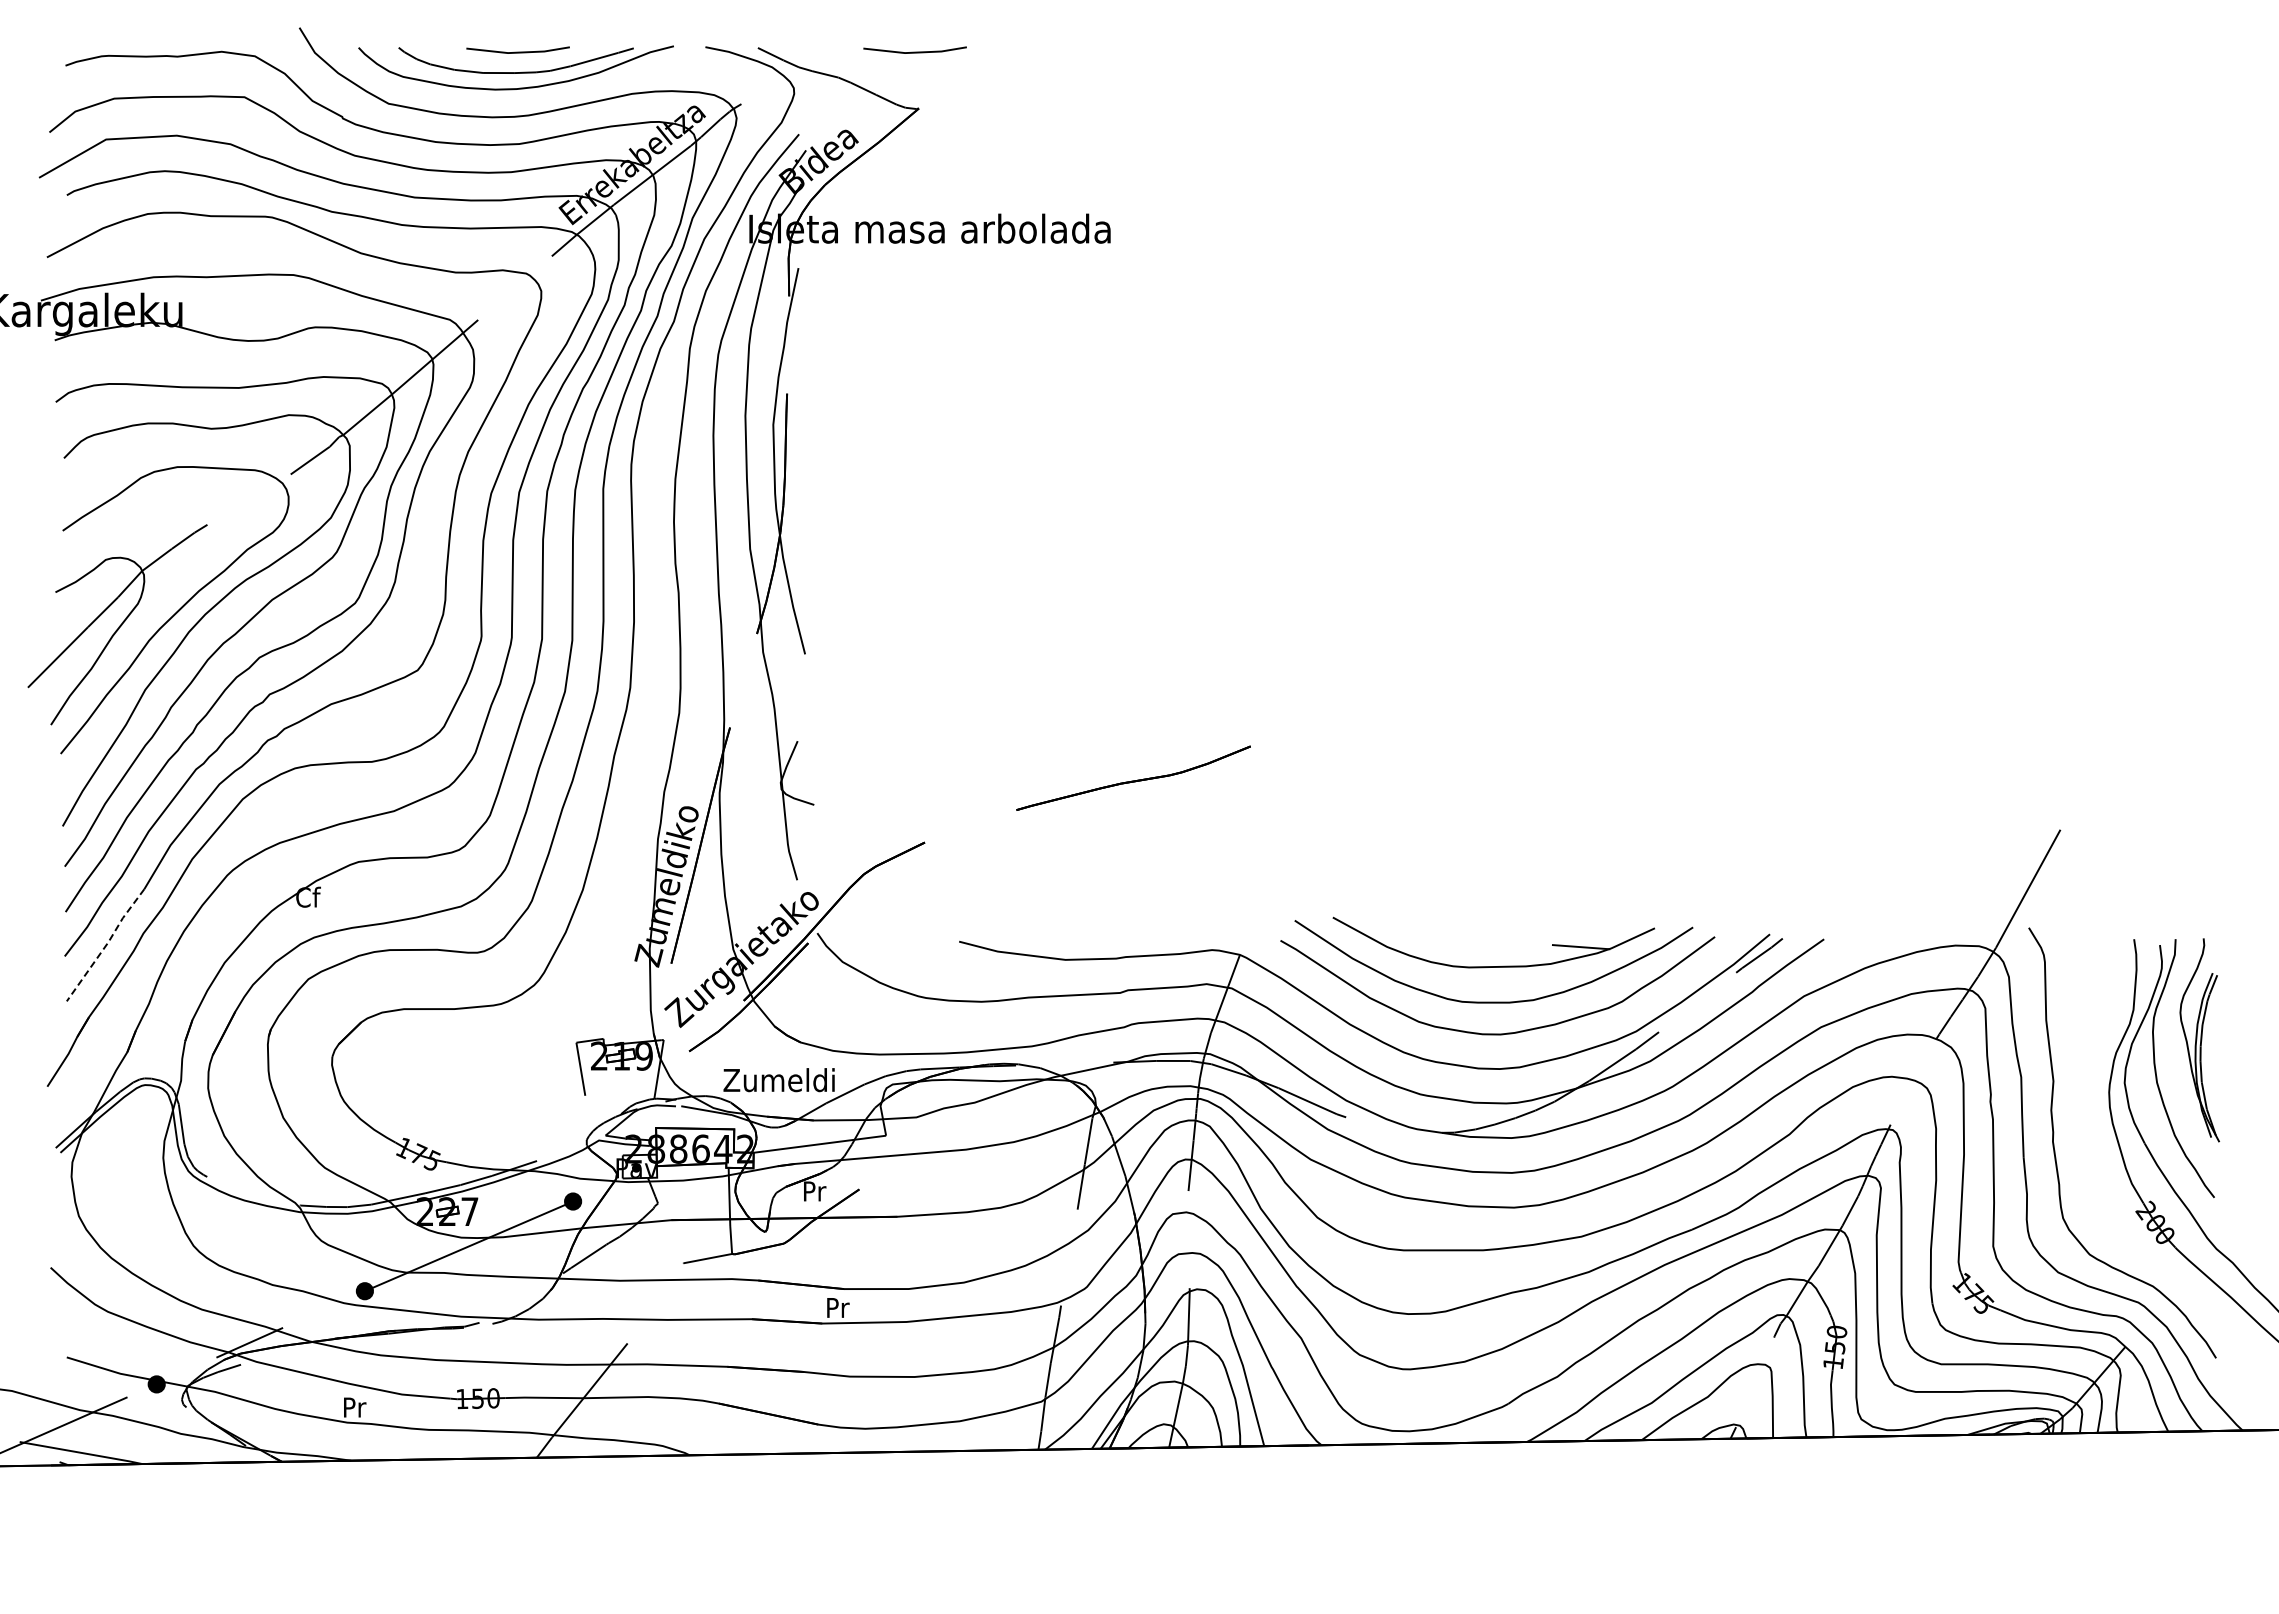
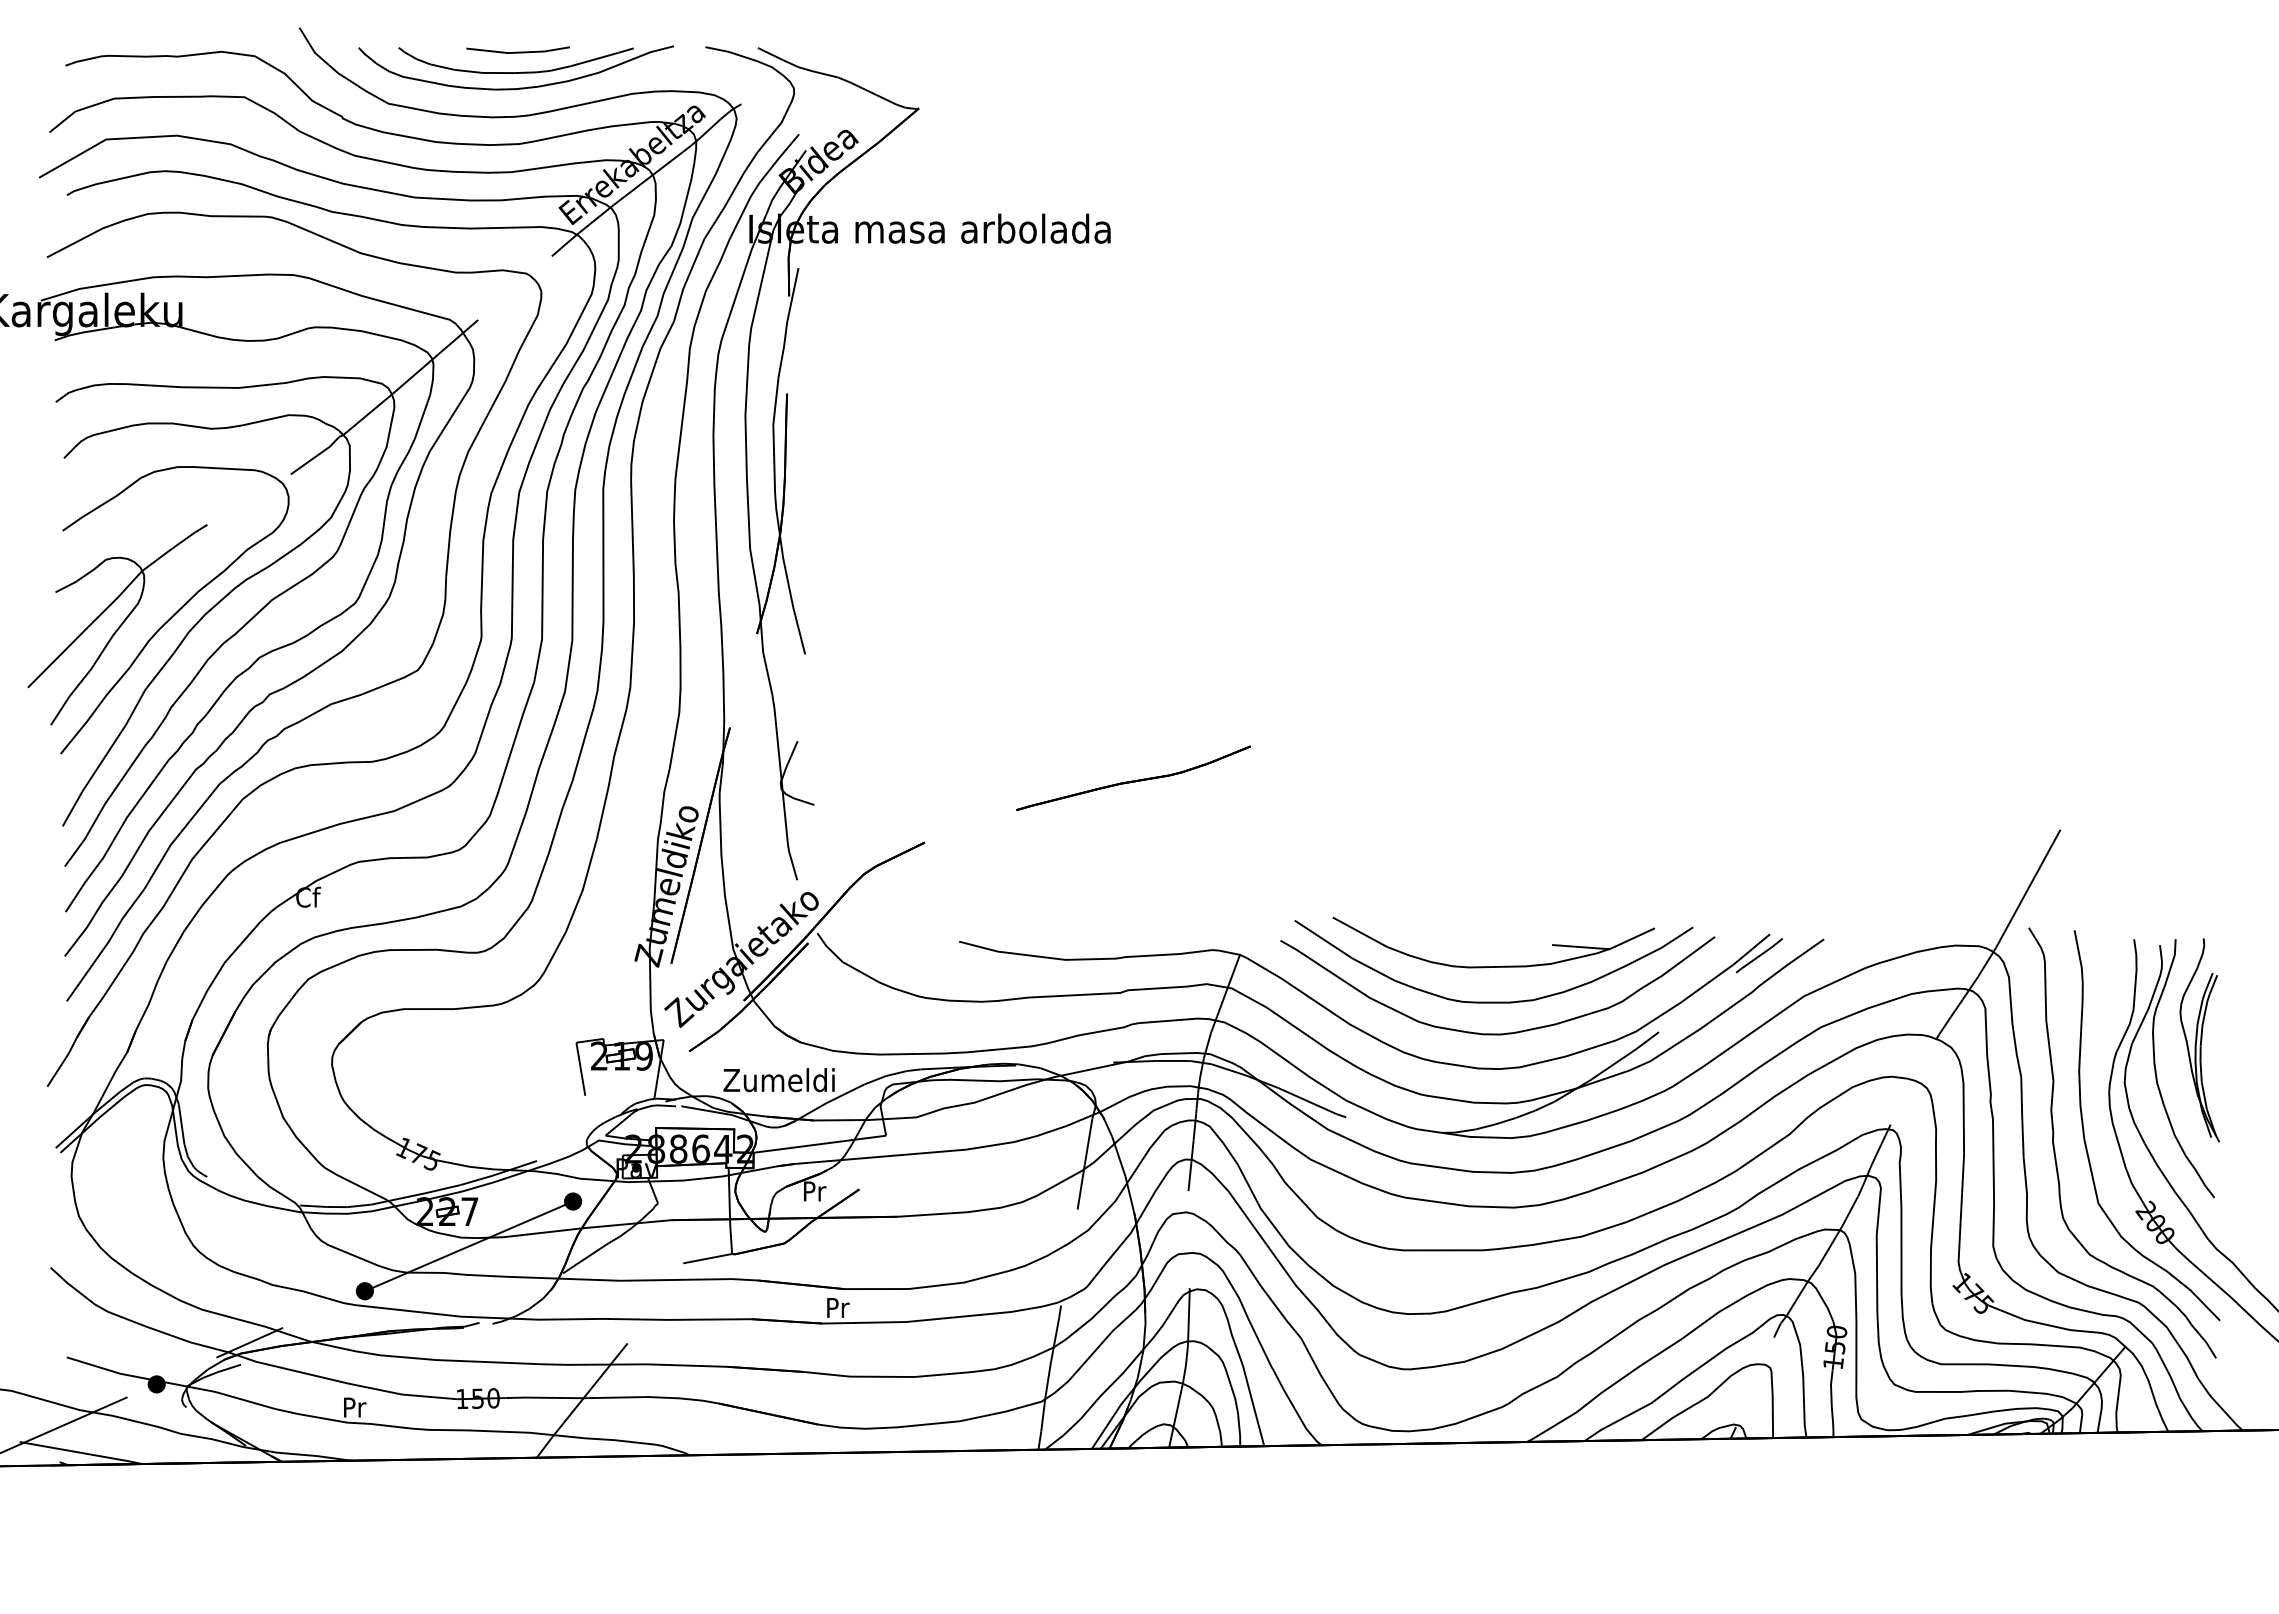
line at (914, 51): present -> none
line at (106, 944): dashed -> solid
curve at (2084, 1129): none -> present
